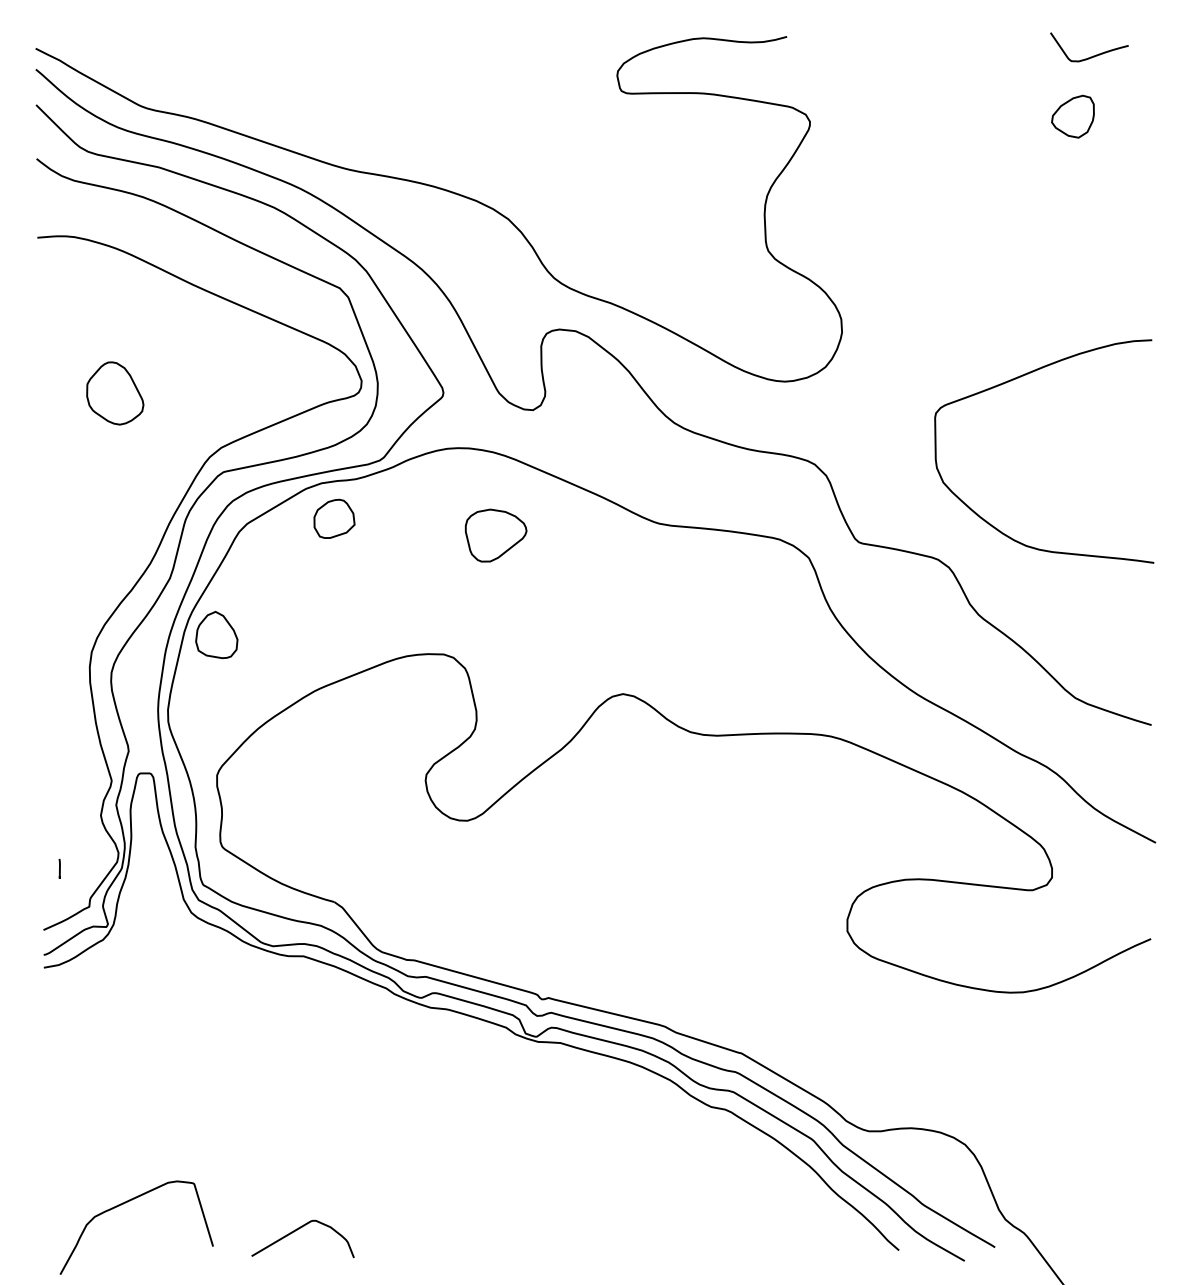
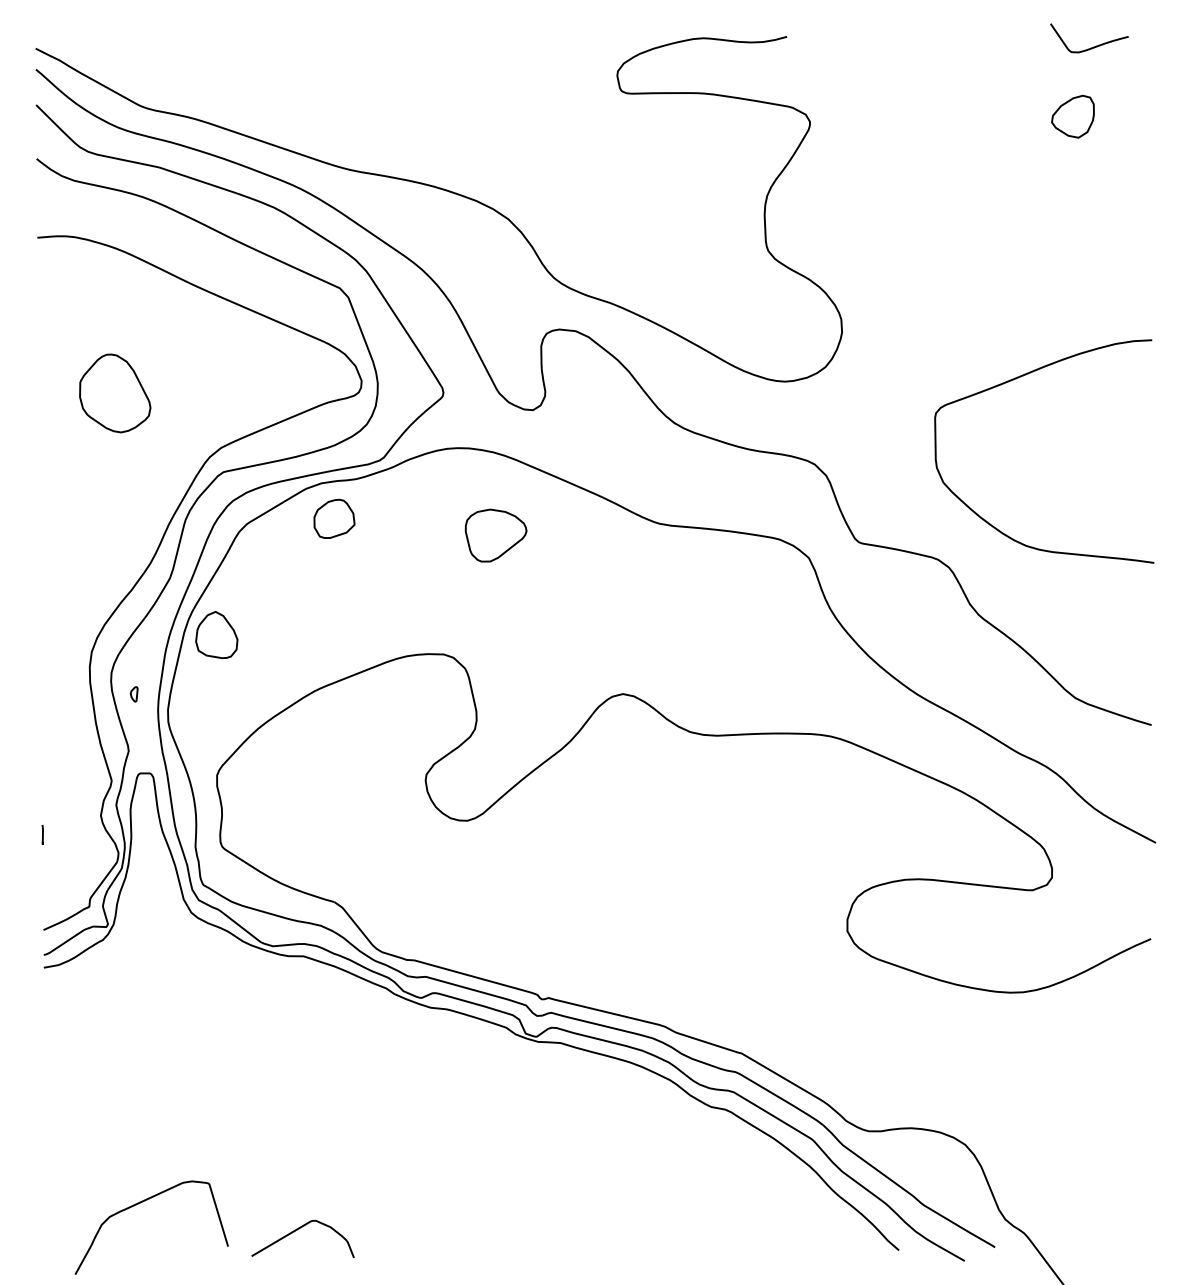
curve at (1093, 55) position: (1093, 55) -> (1093, 46)
part at (115, 393) size: 59x65 px -> 73x81 px
part at (133, 694): none -> present
line at (59, 868) position: (59, 868) -> (42, 834)
curve at (125, 1203) position: (125, 1203) -> (140, 1203)
